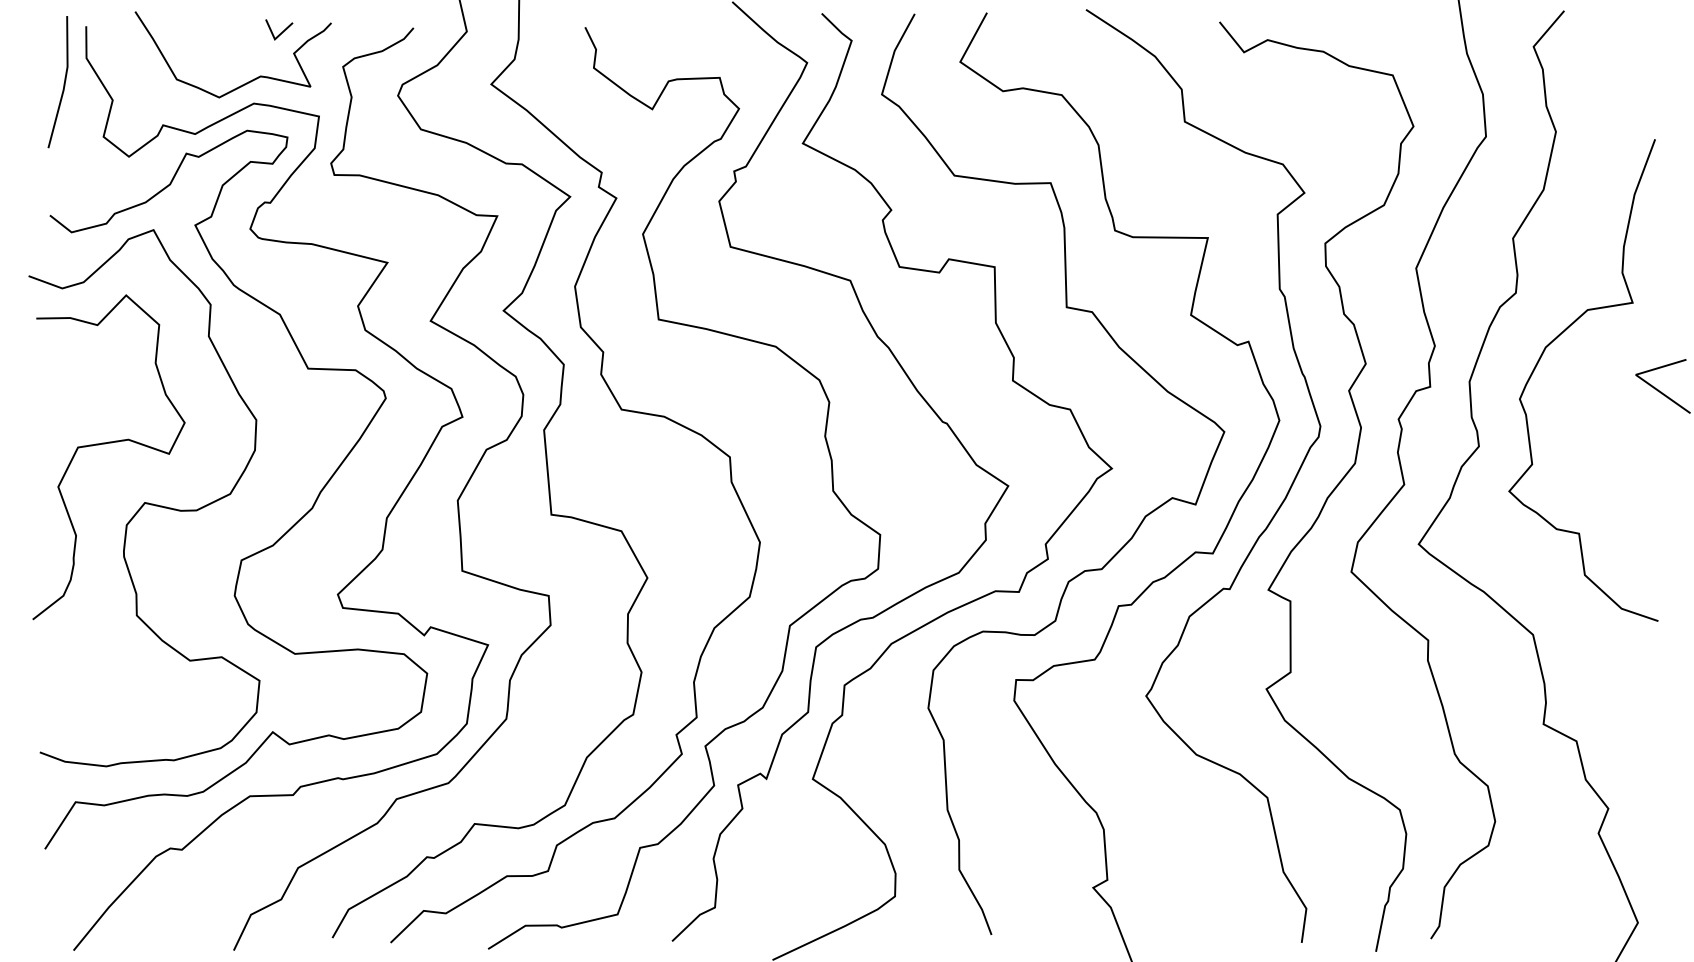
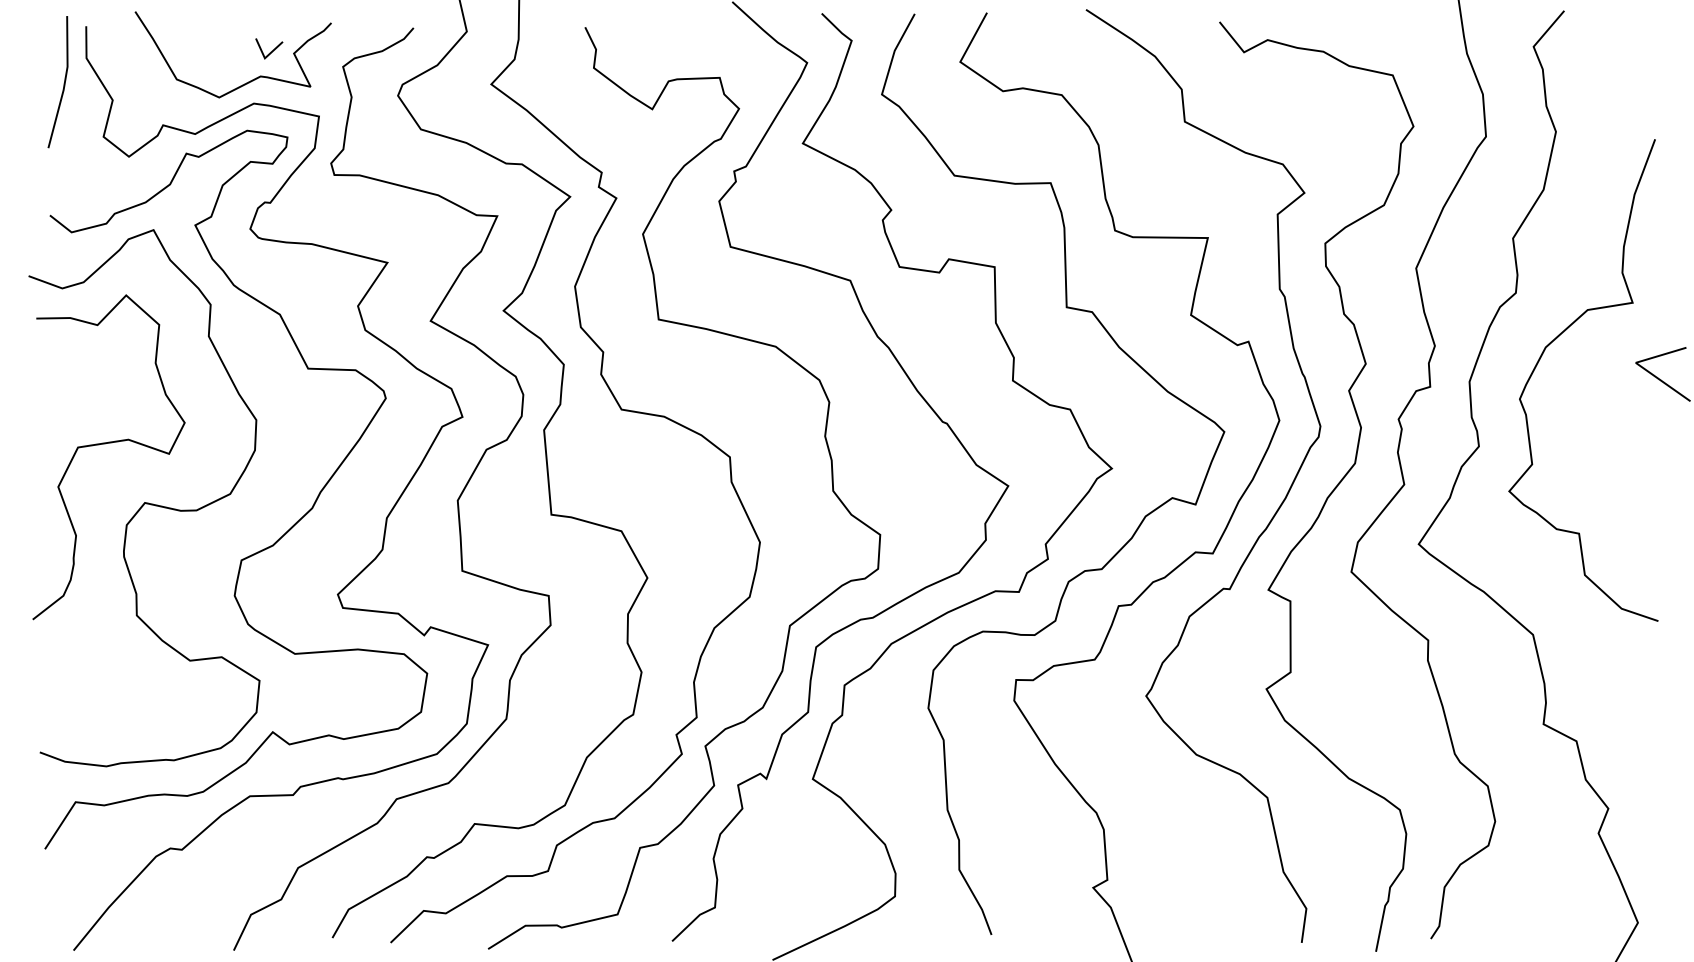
line at (280, 32) position: (280, 32) -> (270, 51)
line at (1658, 389) position: (1658, 389) -> (1658, 377)
